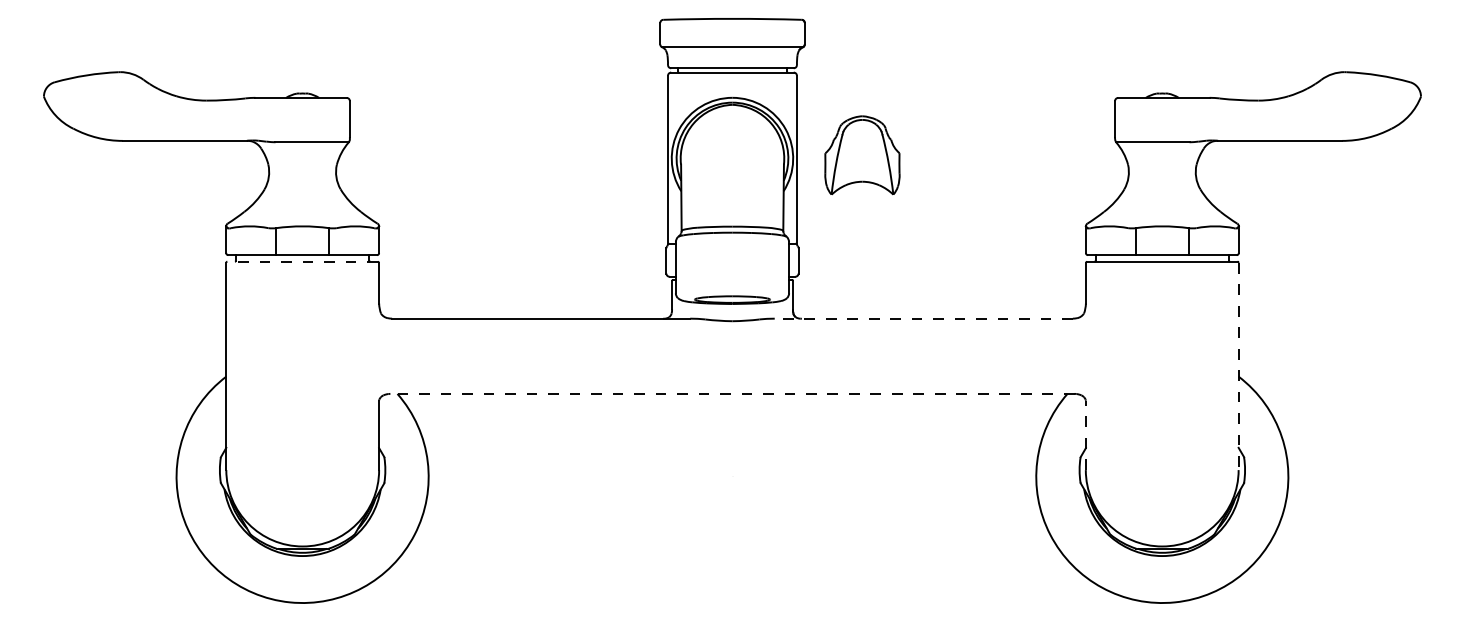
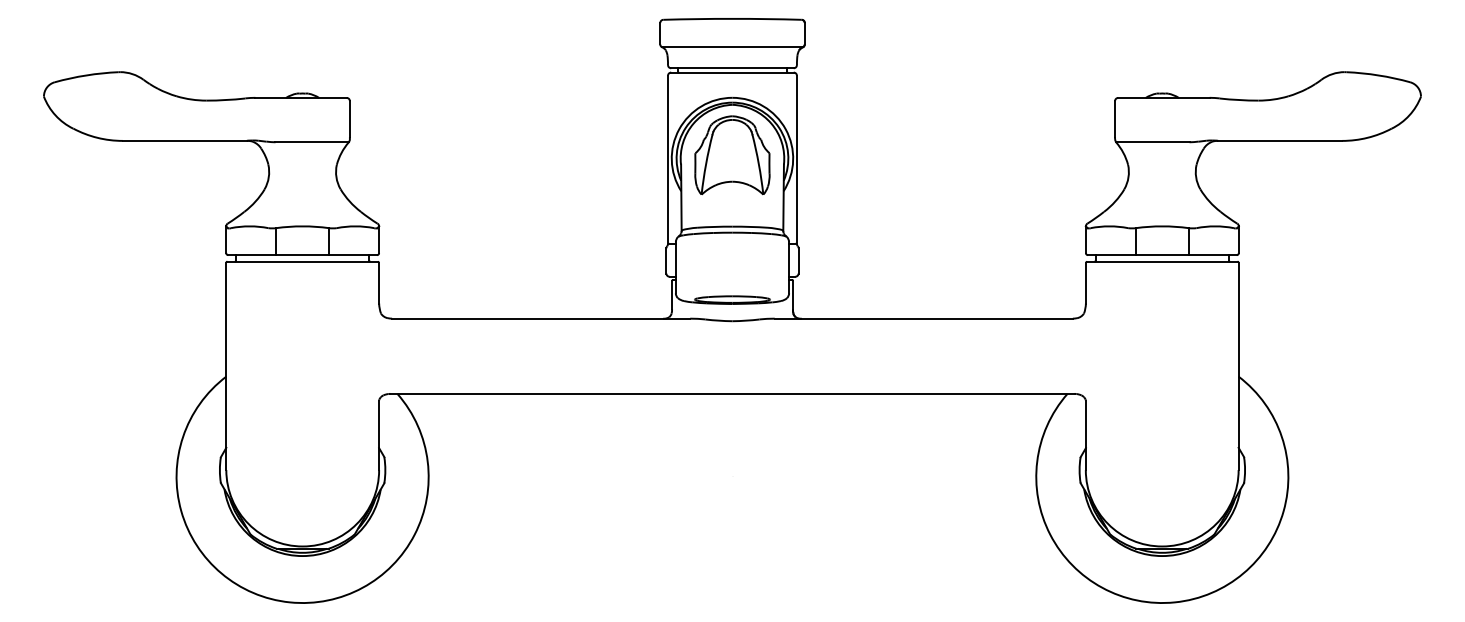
part at (862, 155) position: (862, 155) -> (732, 155)
line at (302, 261): dashed -> solid
line at (923, 318): dashed -> solid
line at (1238, 366): dashed -> solid
line at (732, 393): dashed -> solid
line at (1085, 435): dashed -> solid
